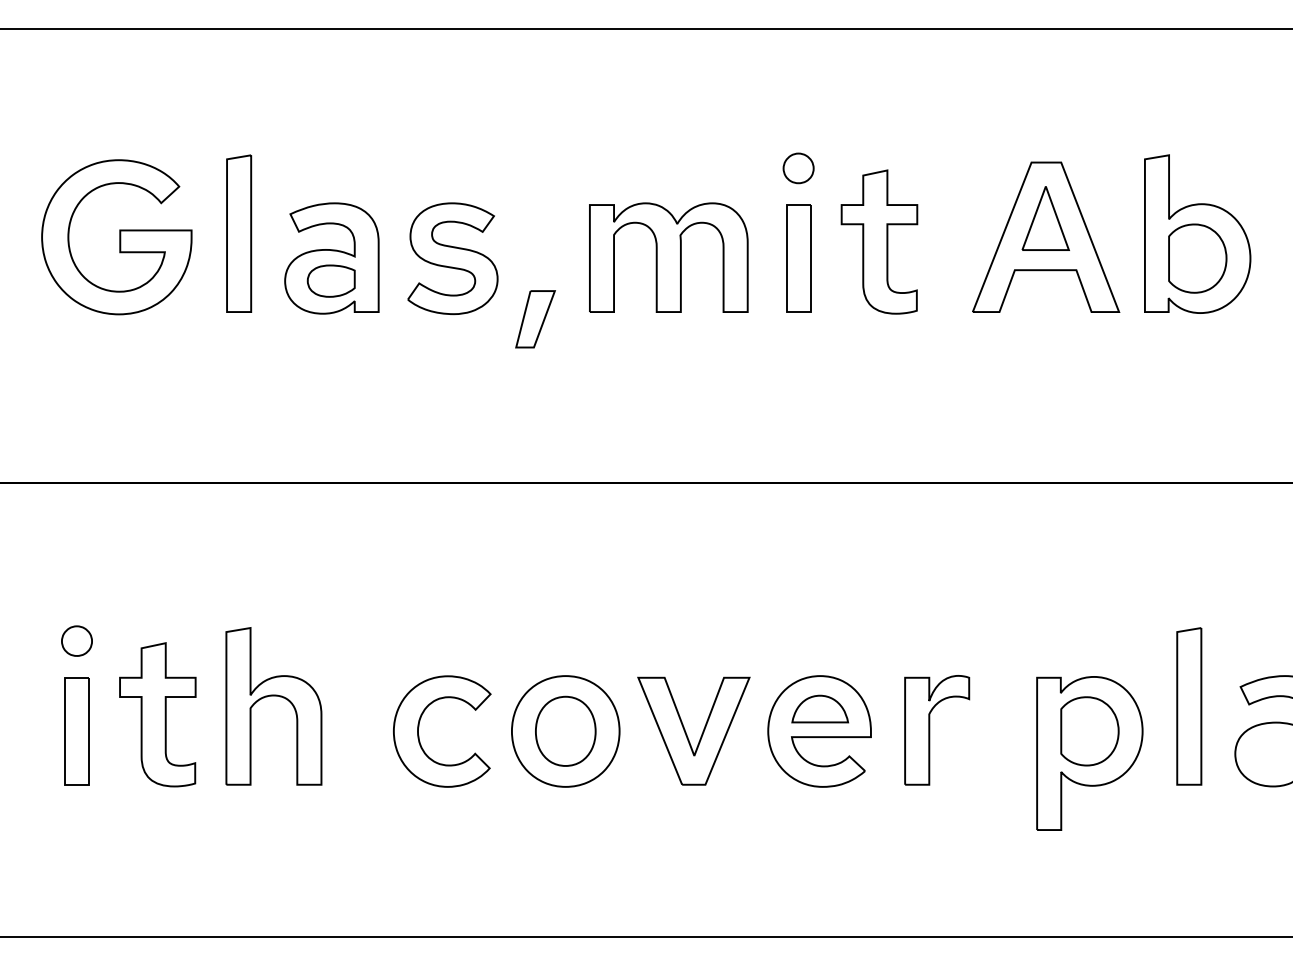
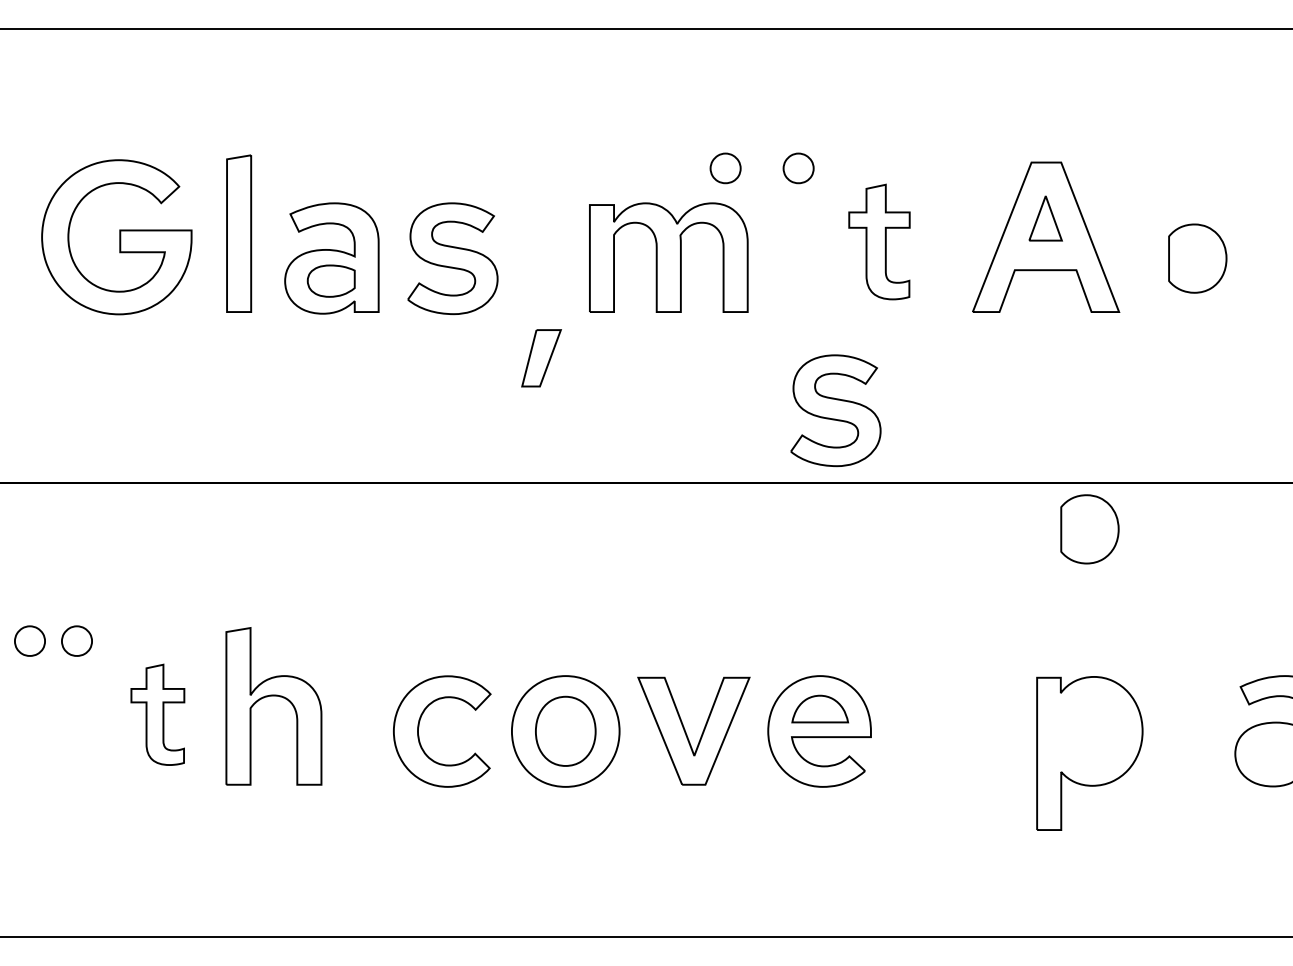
part at (725, 168): none -> present
part at (1045, 218) size: 49x65 px -> 35x47 px
part at (1197, 233): present -> none
part at (879, 241) size: 79x146 px -> 63x118 px
part at (798, 258): present -> none
part at (535, 319) position: (535, 319) -> (541, 358)
part at (835, 410): none -> present
part at (29, 640): none -> present
part at (1189, 706): present -> none
part at (157, 714) size: 78x146 px -> 56x103 px
part at (930, 730): present -> none
part at (76, 731): present -> none
part at (1089, 731) position: (1089, 731) -> (1089, 529)
